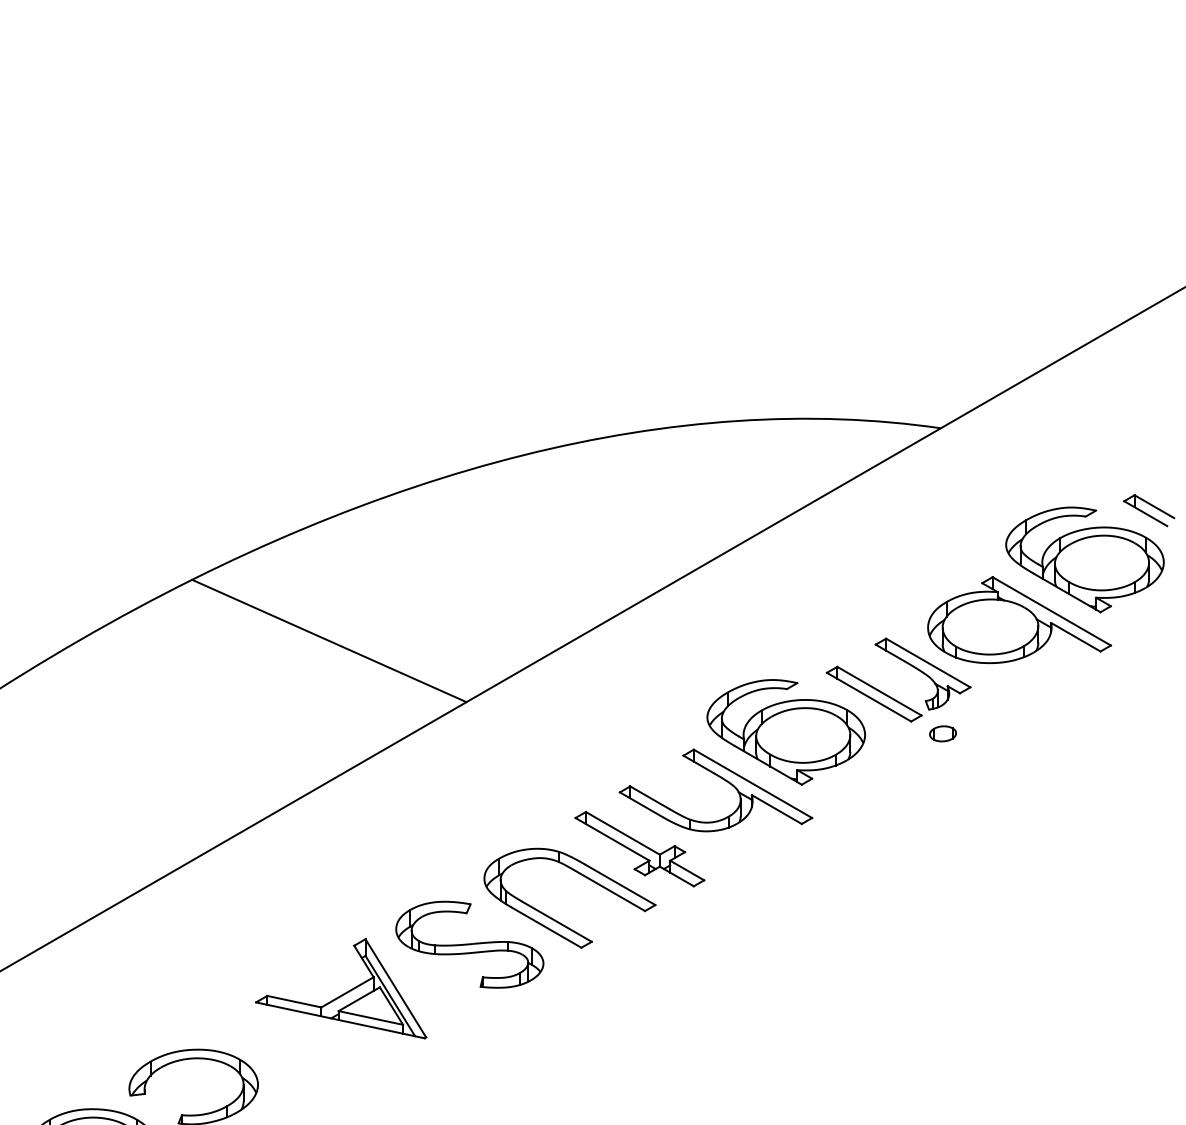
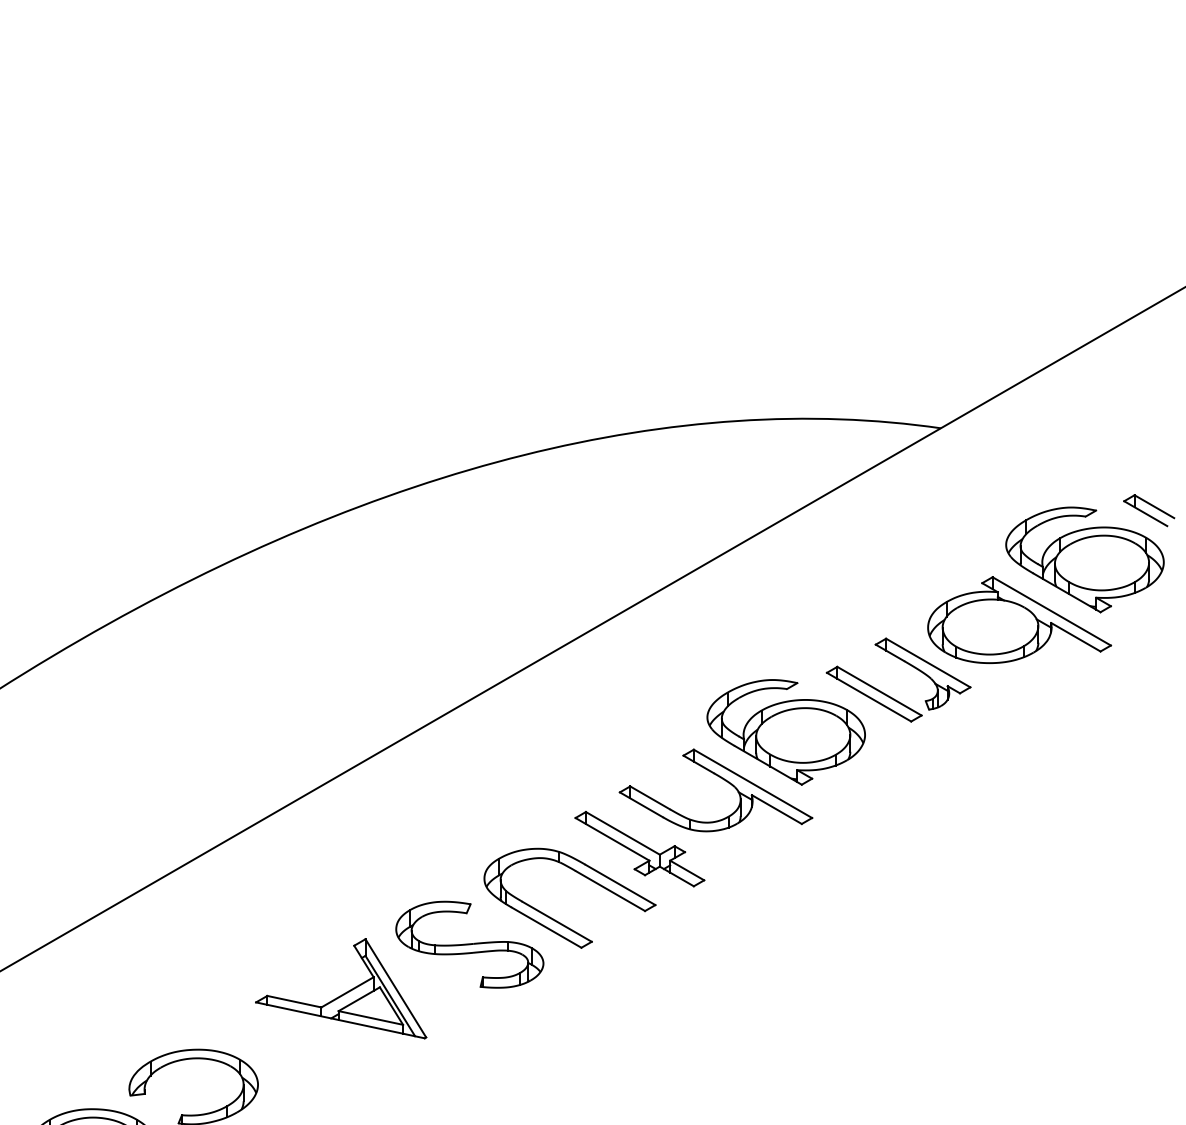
line at (329, 640): present -> none
part at (942, 733): present -> none
